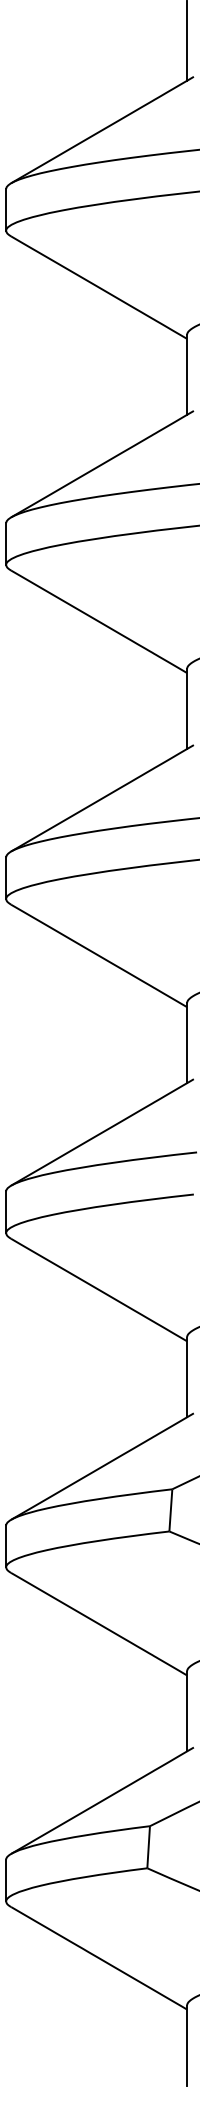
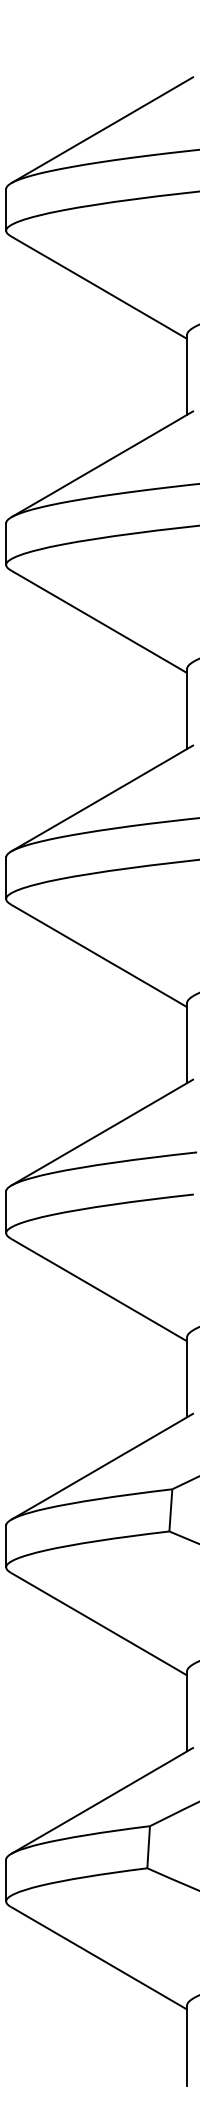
line at (186, 41): present -> none
